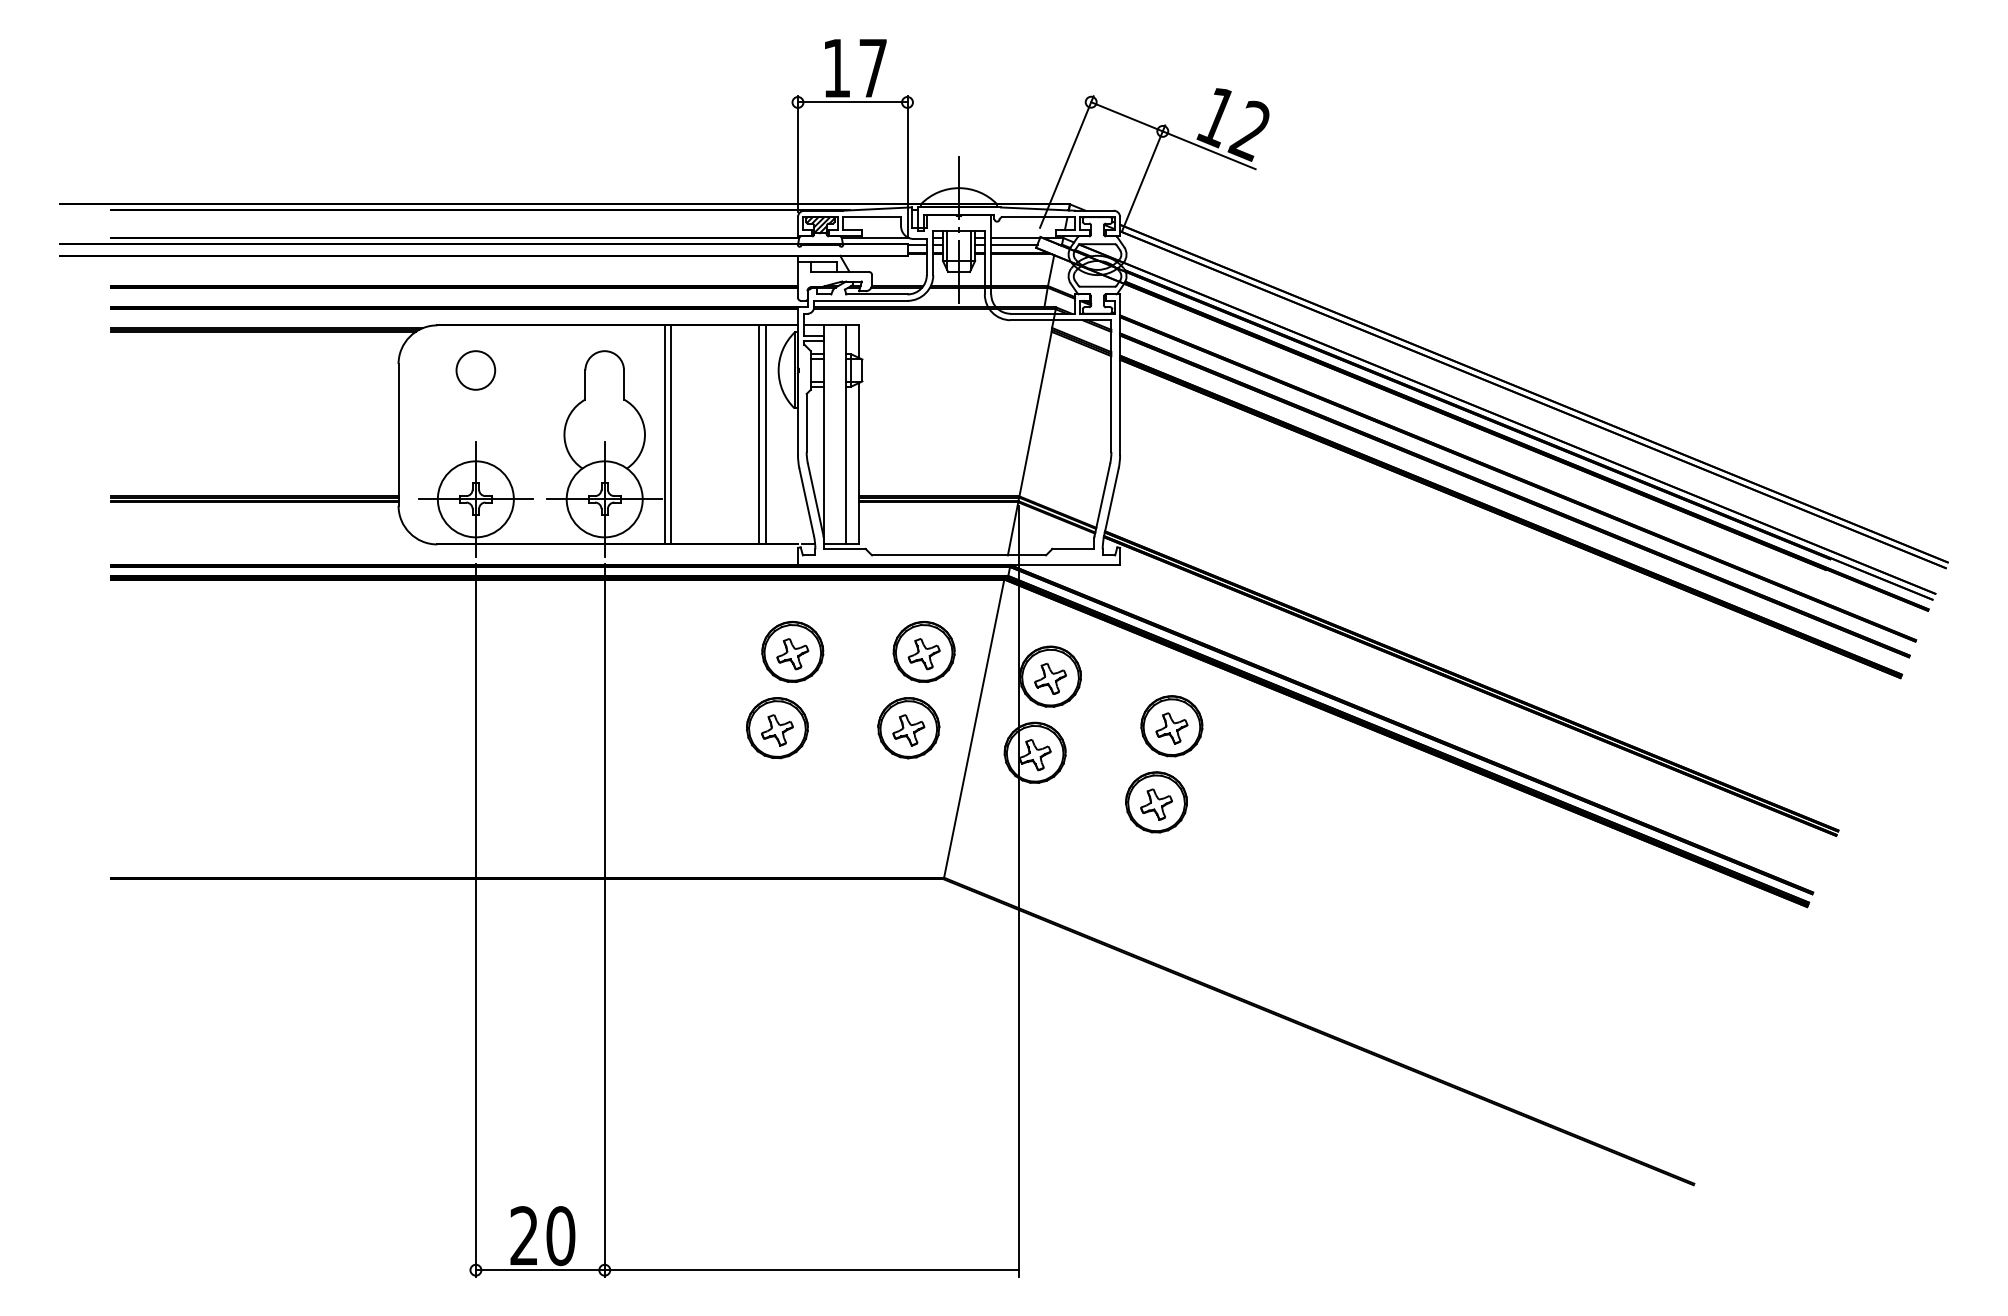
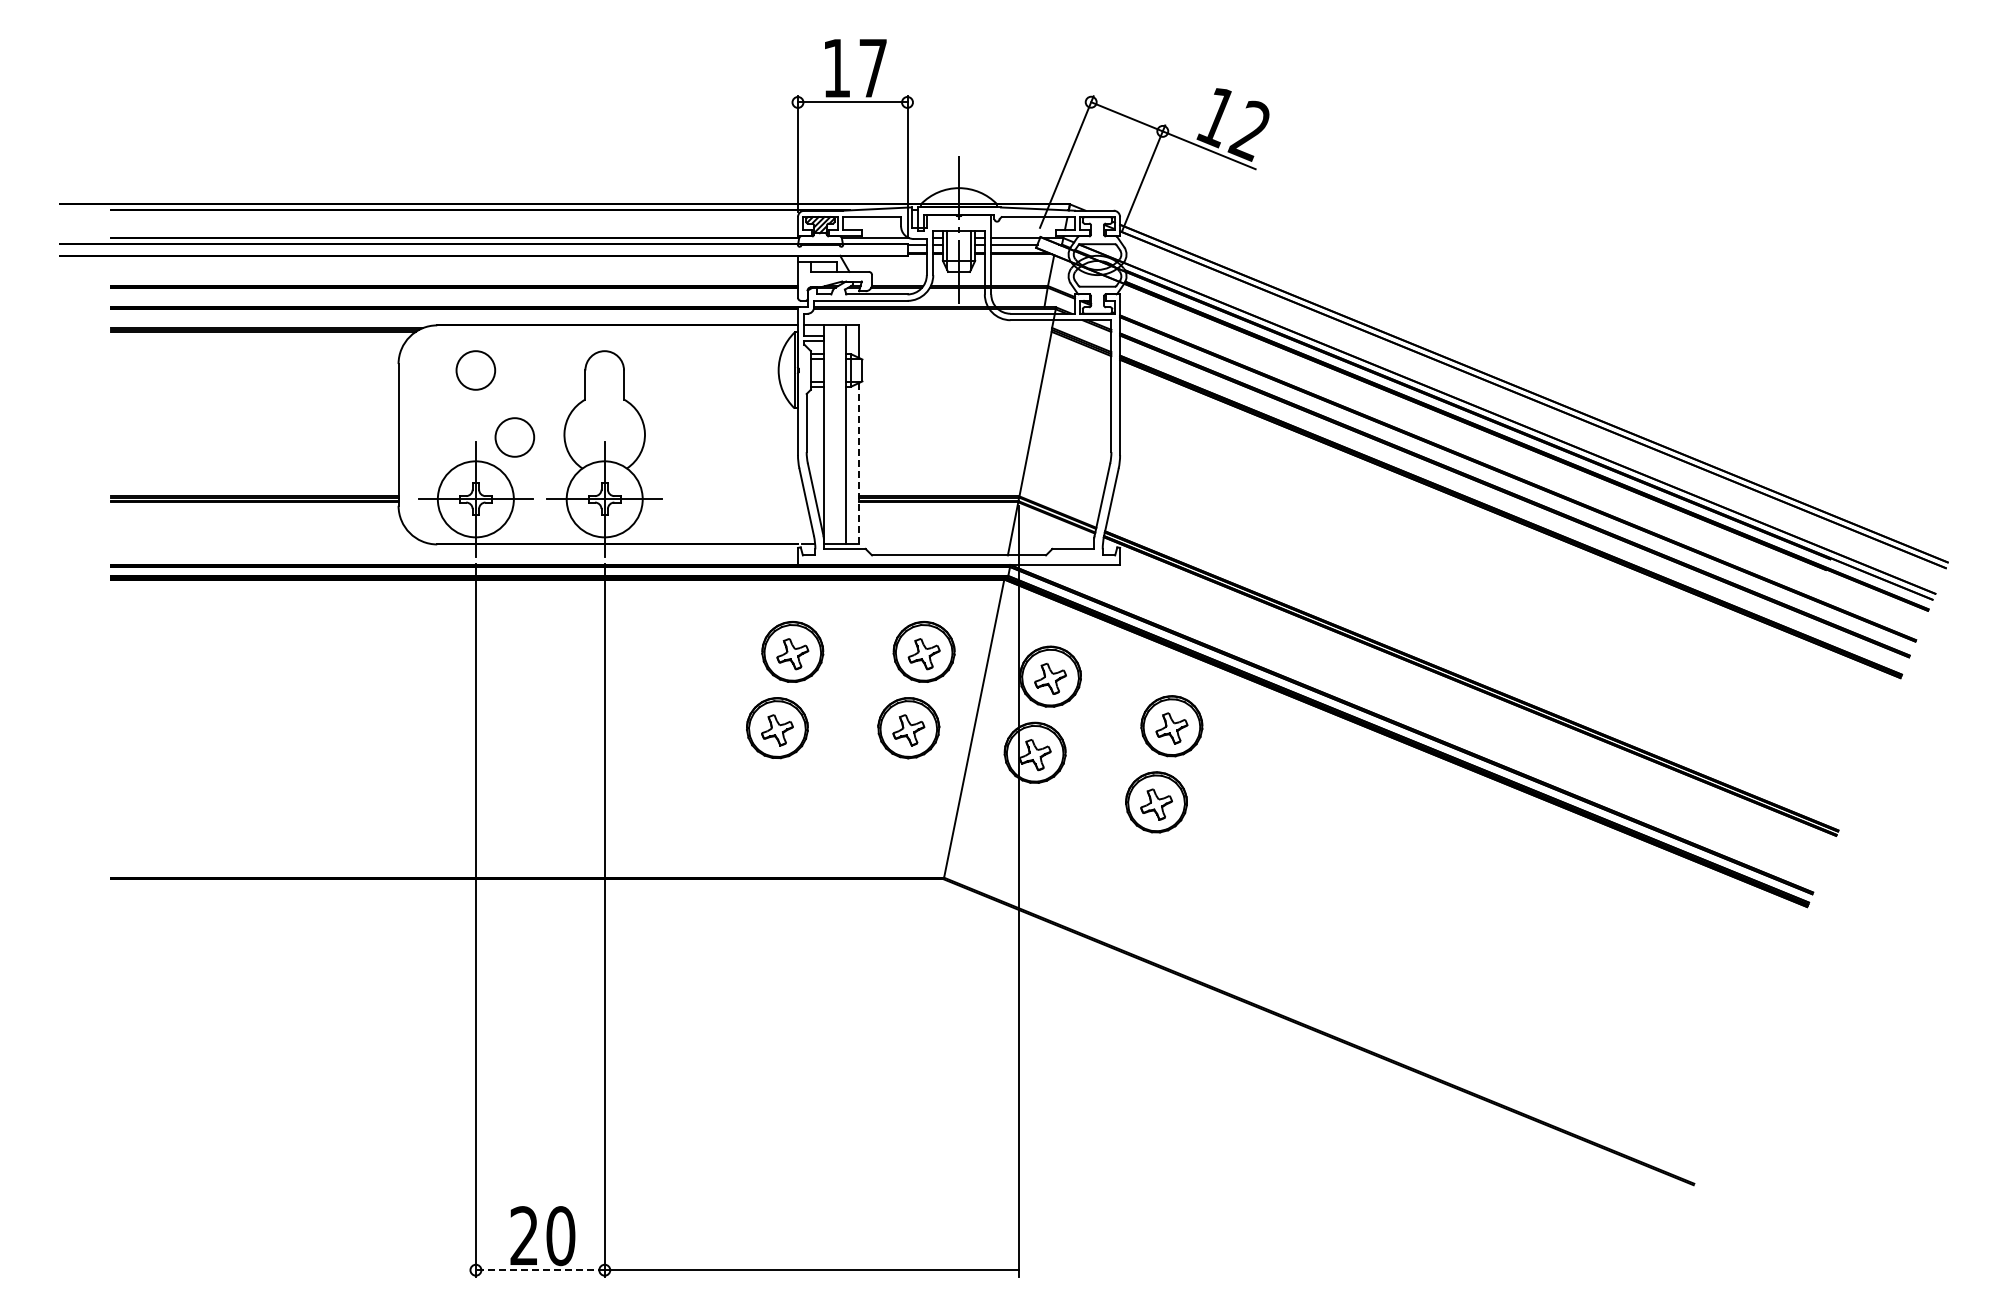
line at (664, 434): present -> none
line at (671, 434): present -> none
line at (759, 434): present -> none
line at (765, 434): present -> none
circle at (514, 437): none -> present
line at (859, 463): solid -> dashed
line at (539, 1270): solid -> dashed
